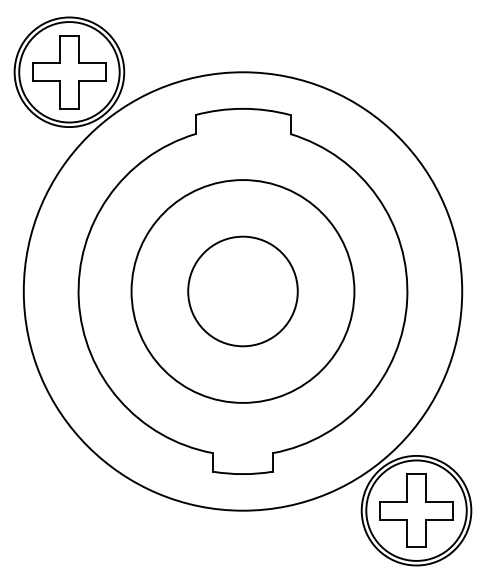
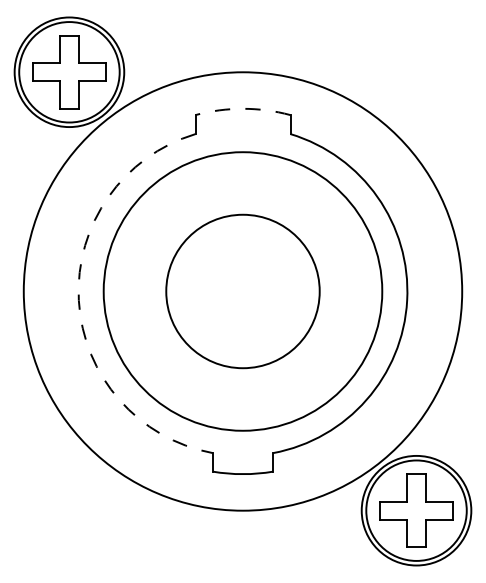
arc at (242, 108): solid -> dashed
circle at (242, 291) diameter: 110 px -> 153 px
circle at (242, 291) diameter: 223 px -> 279 px
arc at (78, 300): solid -> dashed
